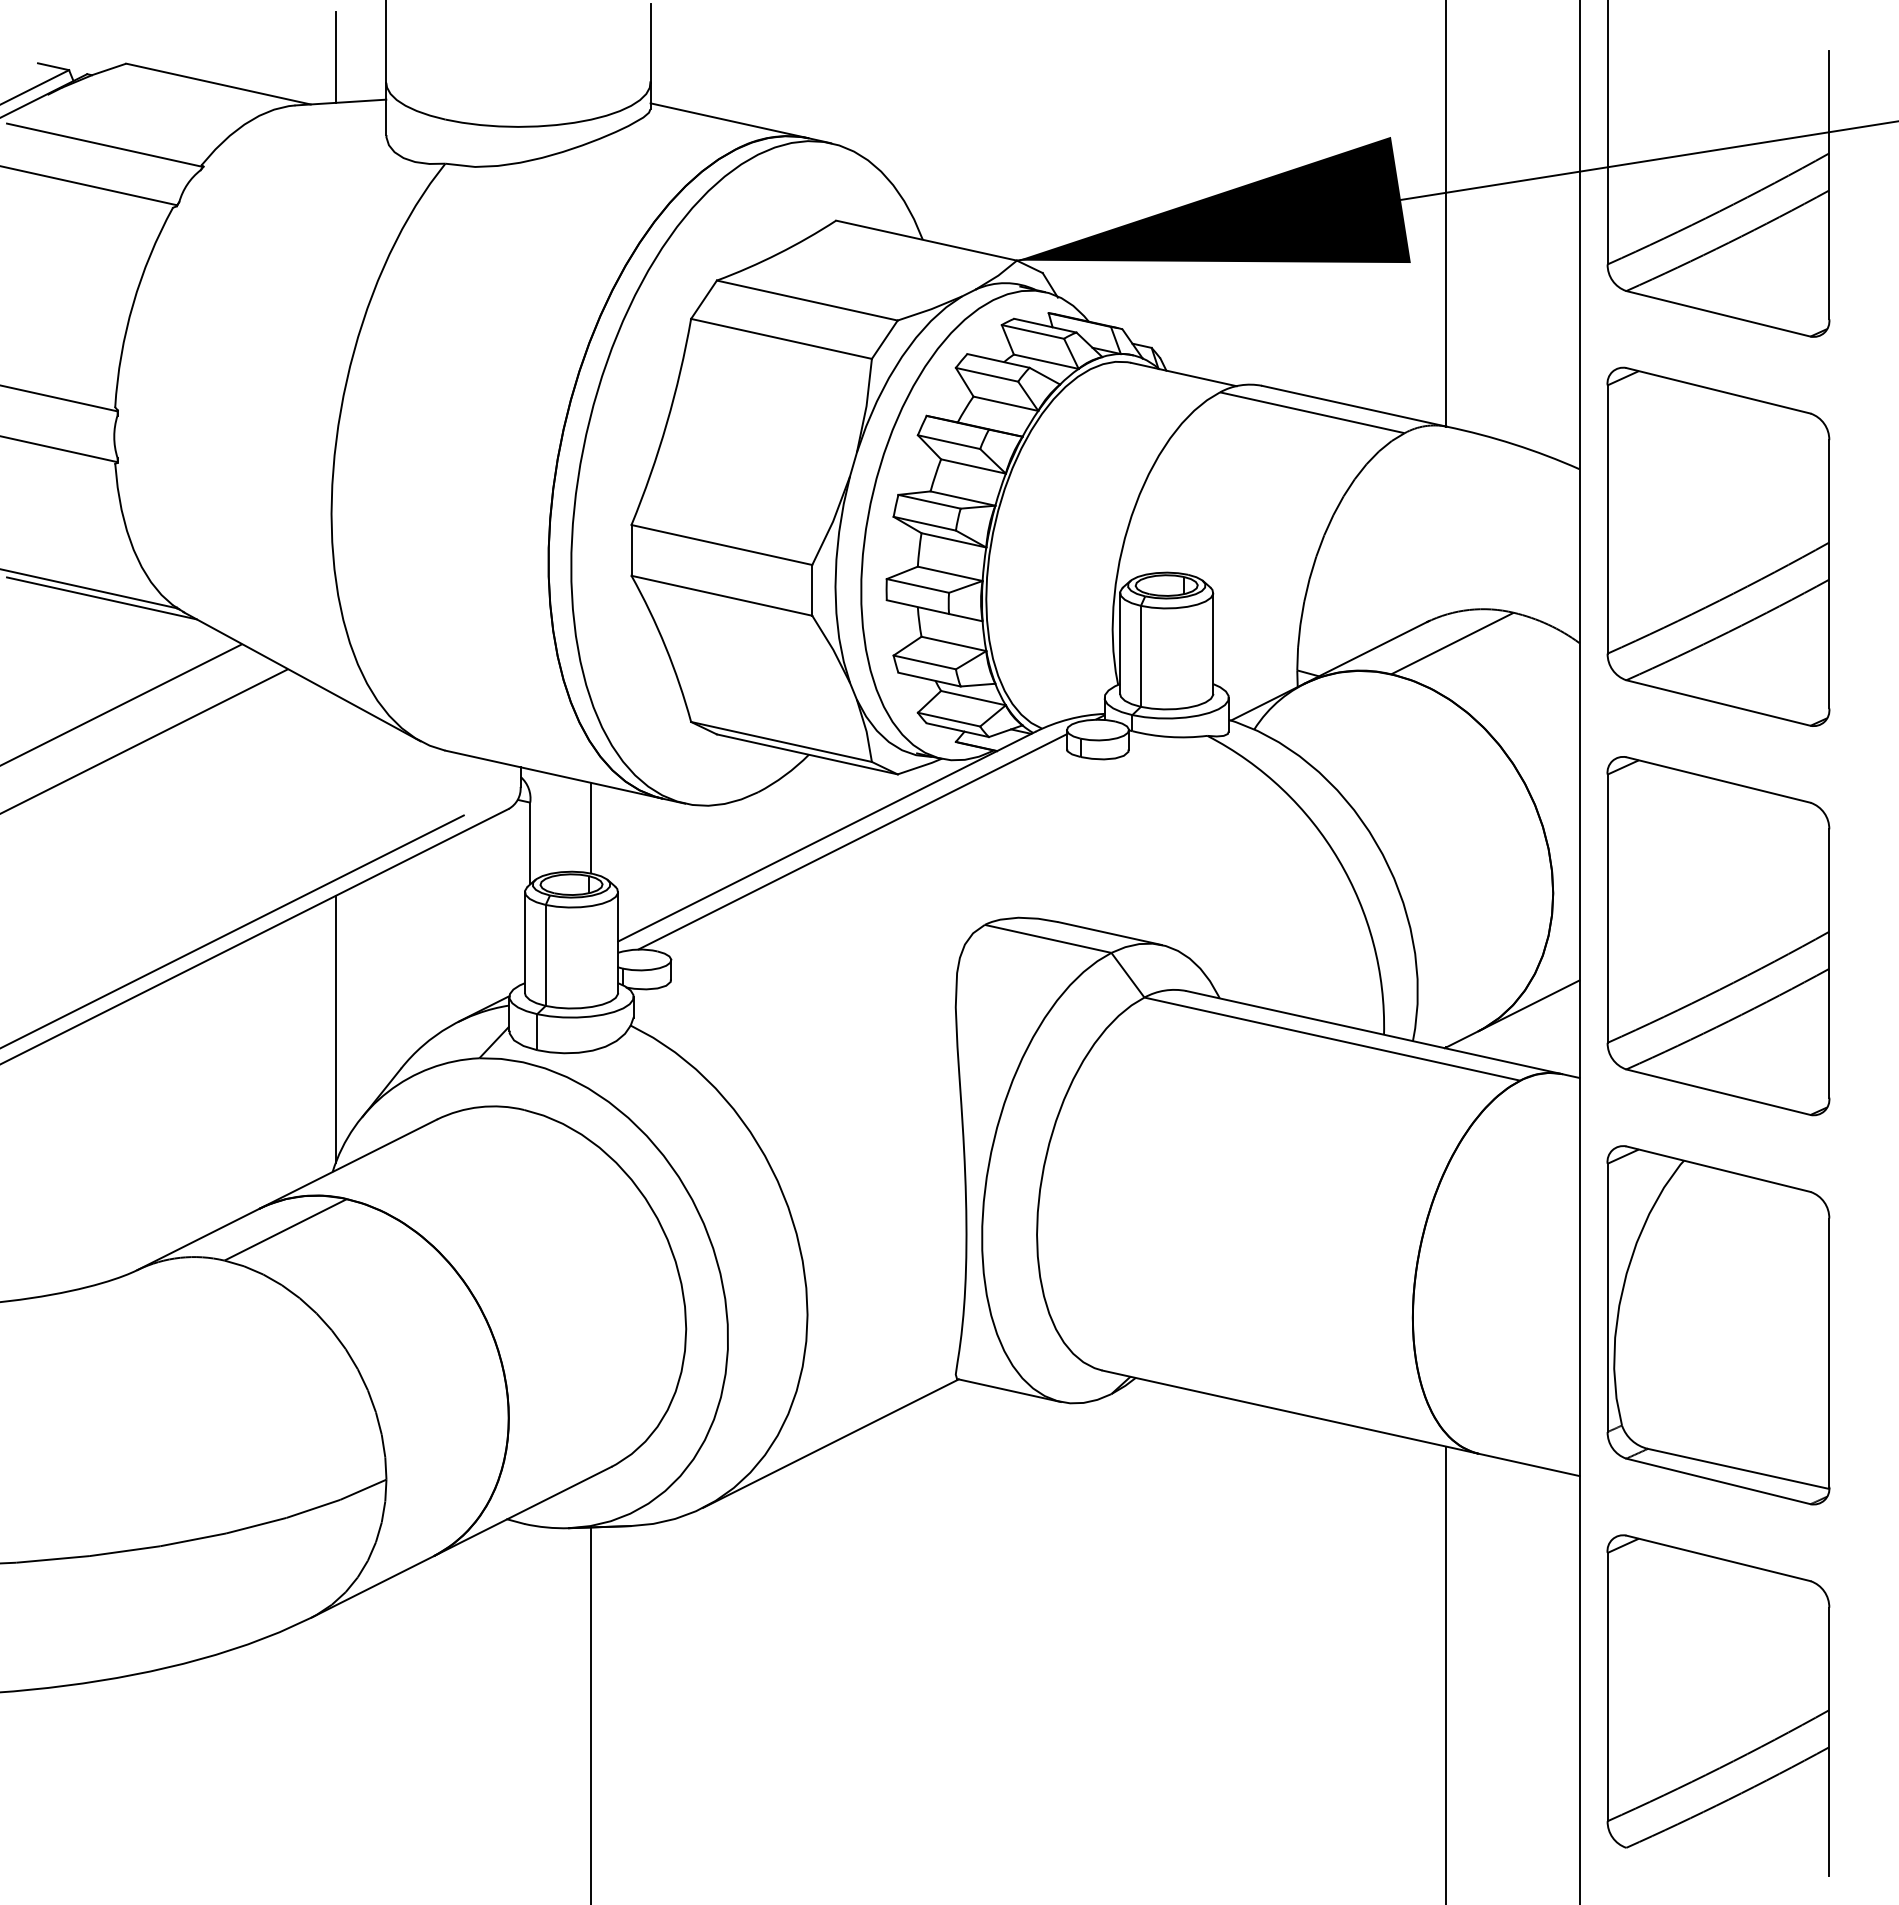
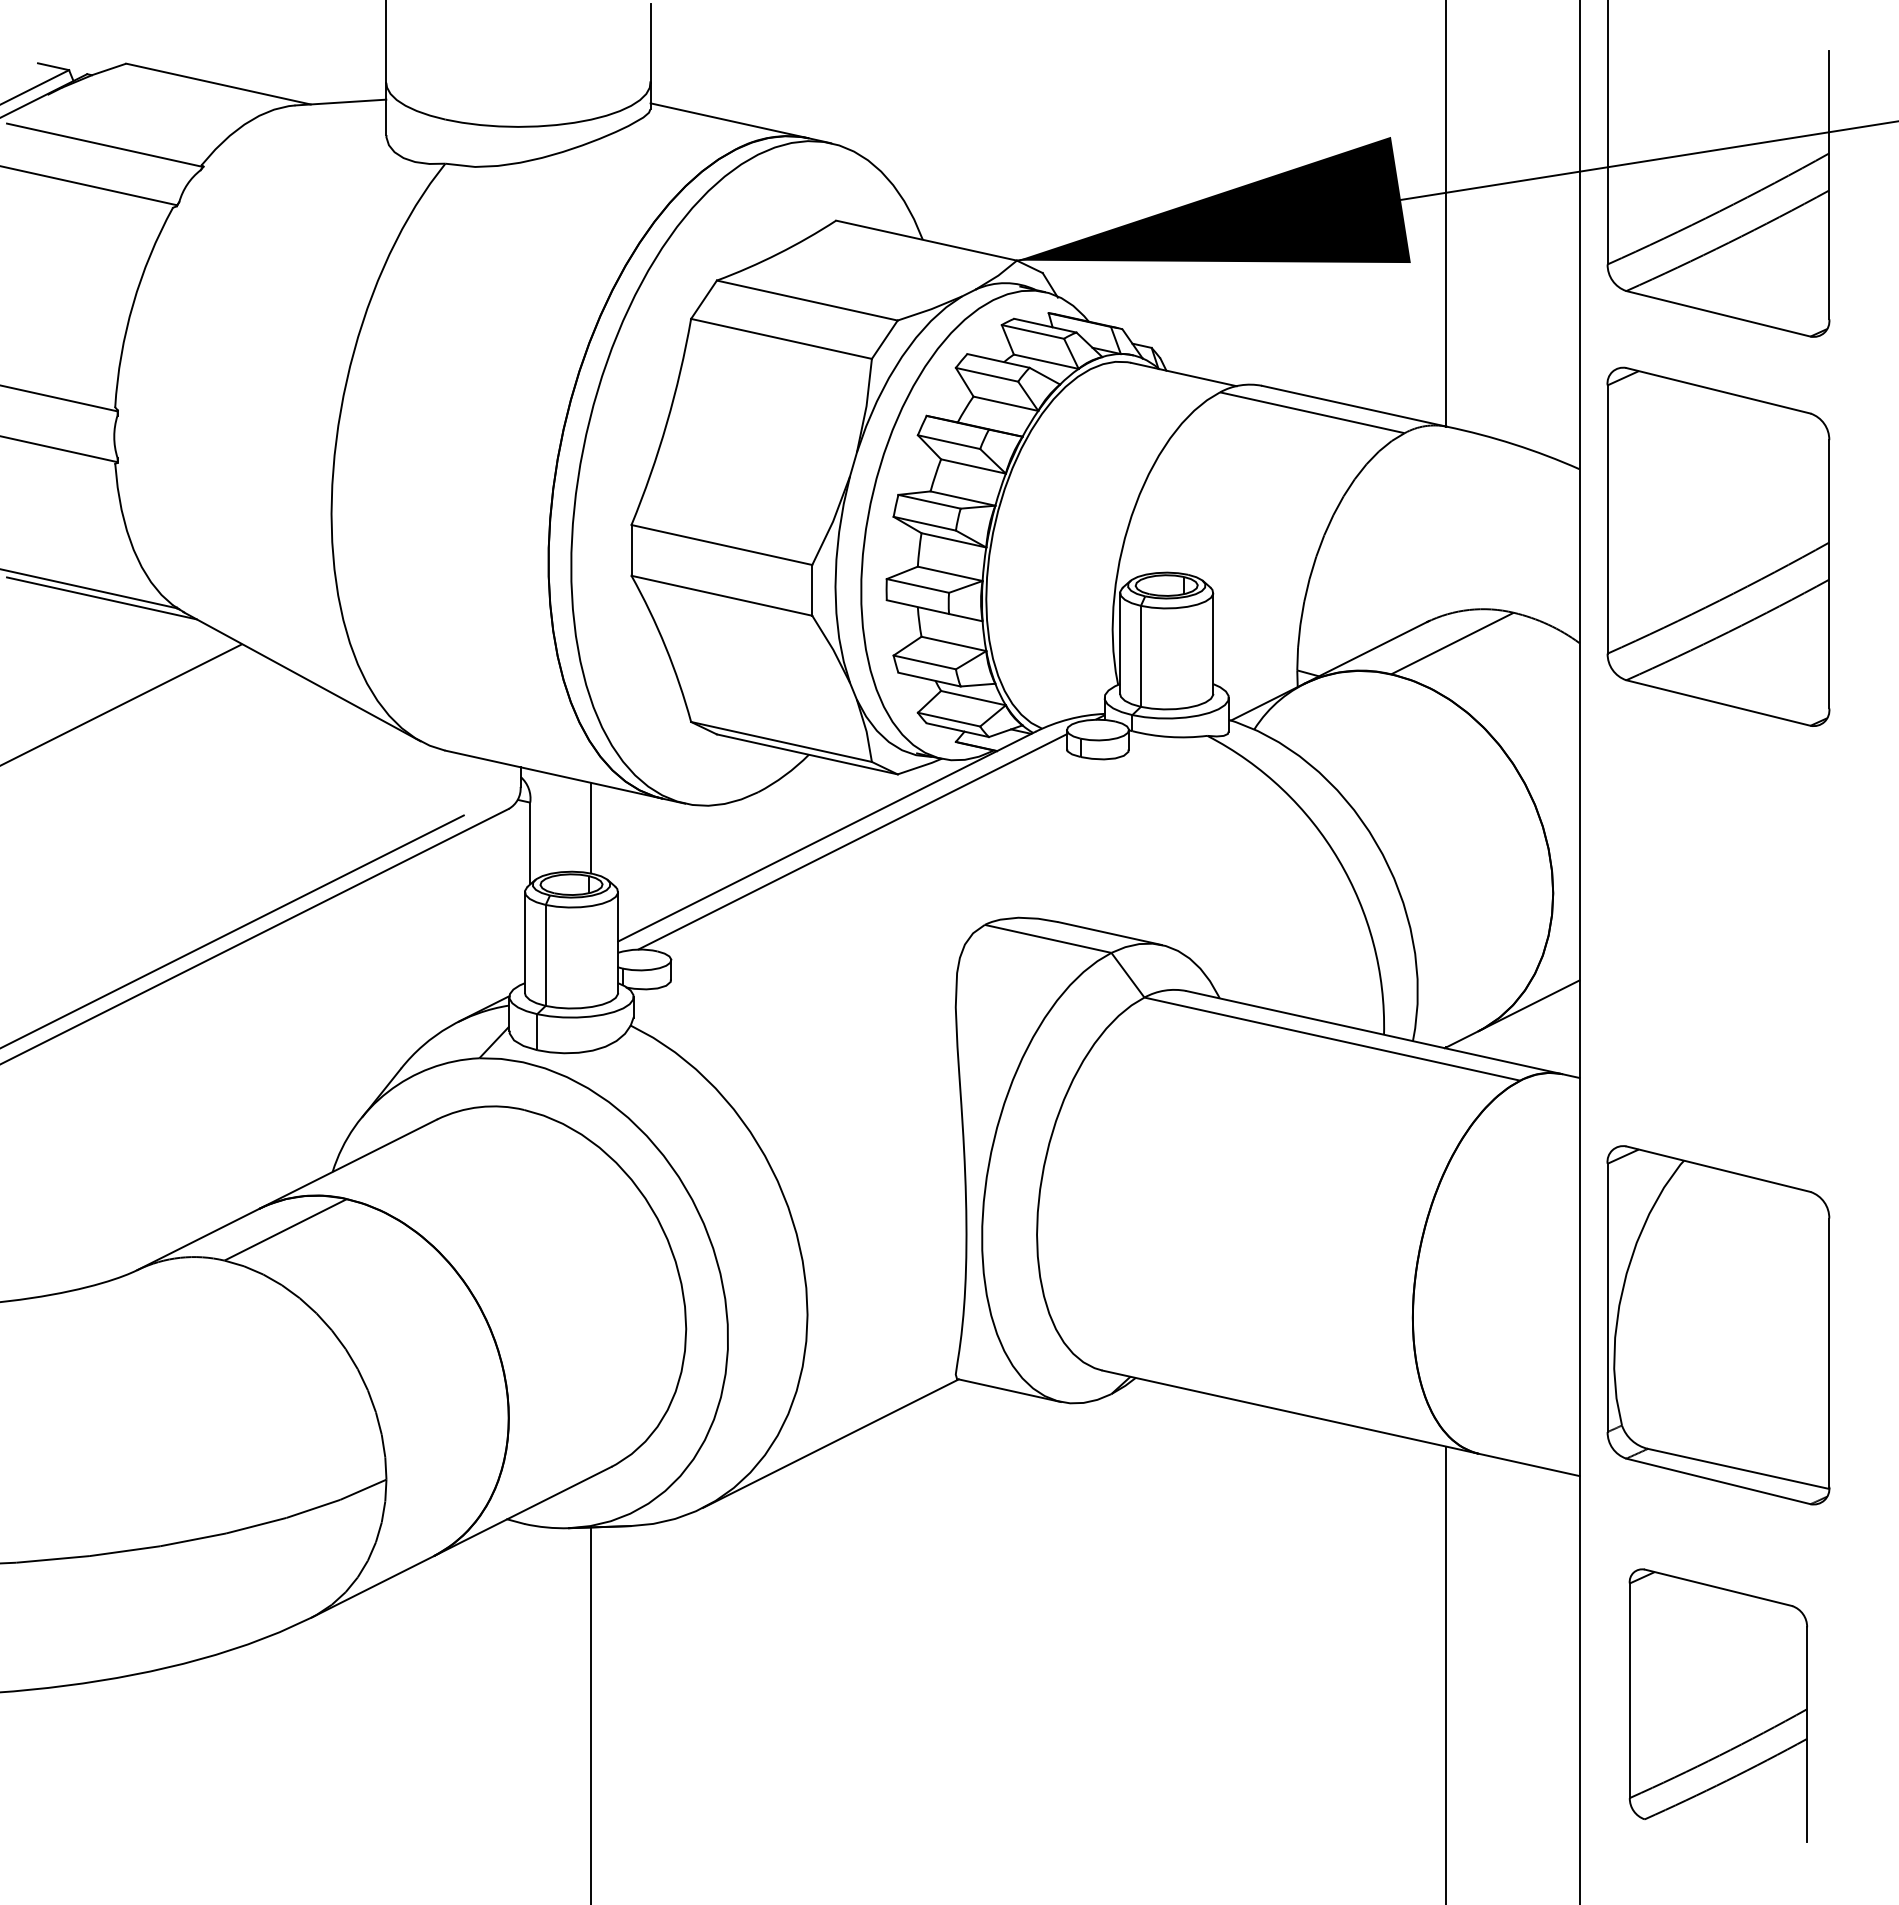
line at (335, 57): present -> none
line at (145, 740): present -> none
part at (1718, 936): present -> none
line at (335, 1029): present -> none
part at (1718, 1705) size: 225x343 px -> 180x275 px
